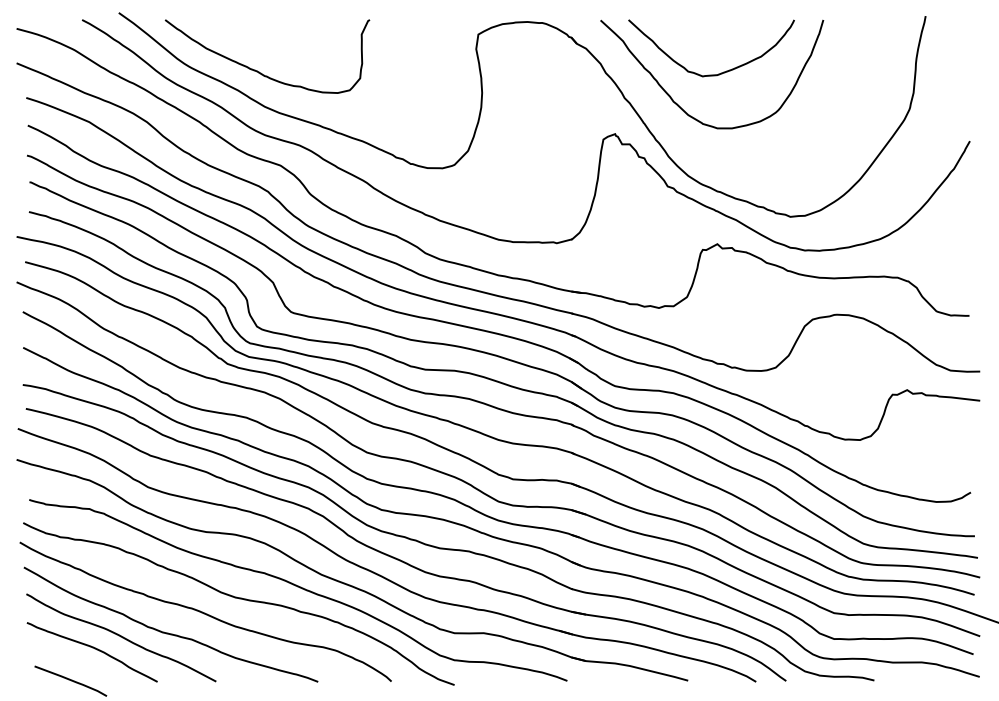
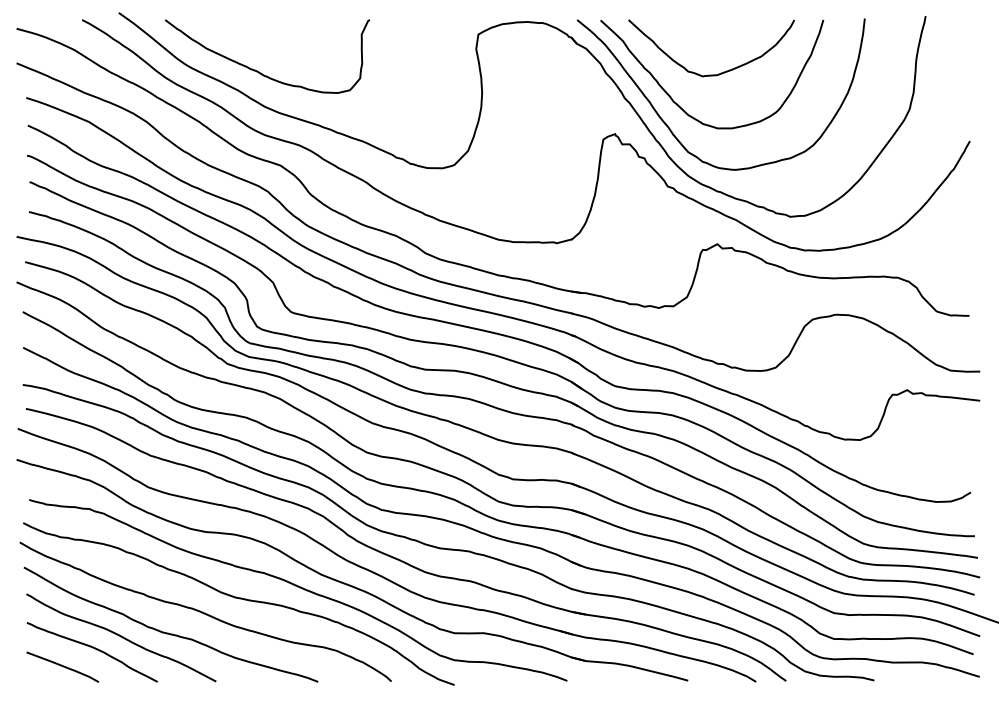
curve at (670, 128): none -> present
curve at (70, 680) position: (70, 680) -> (62, 666)
